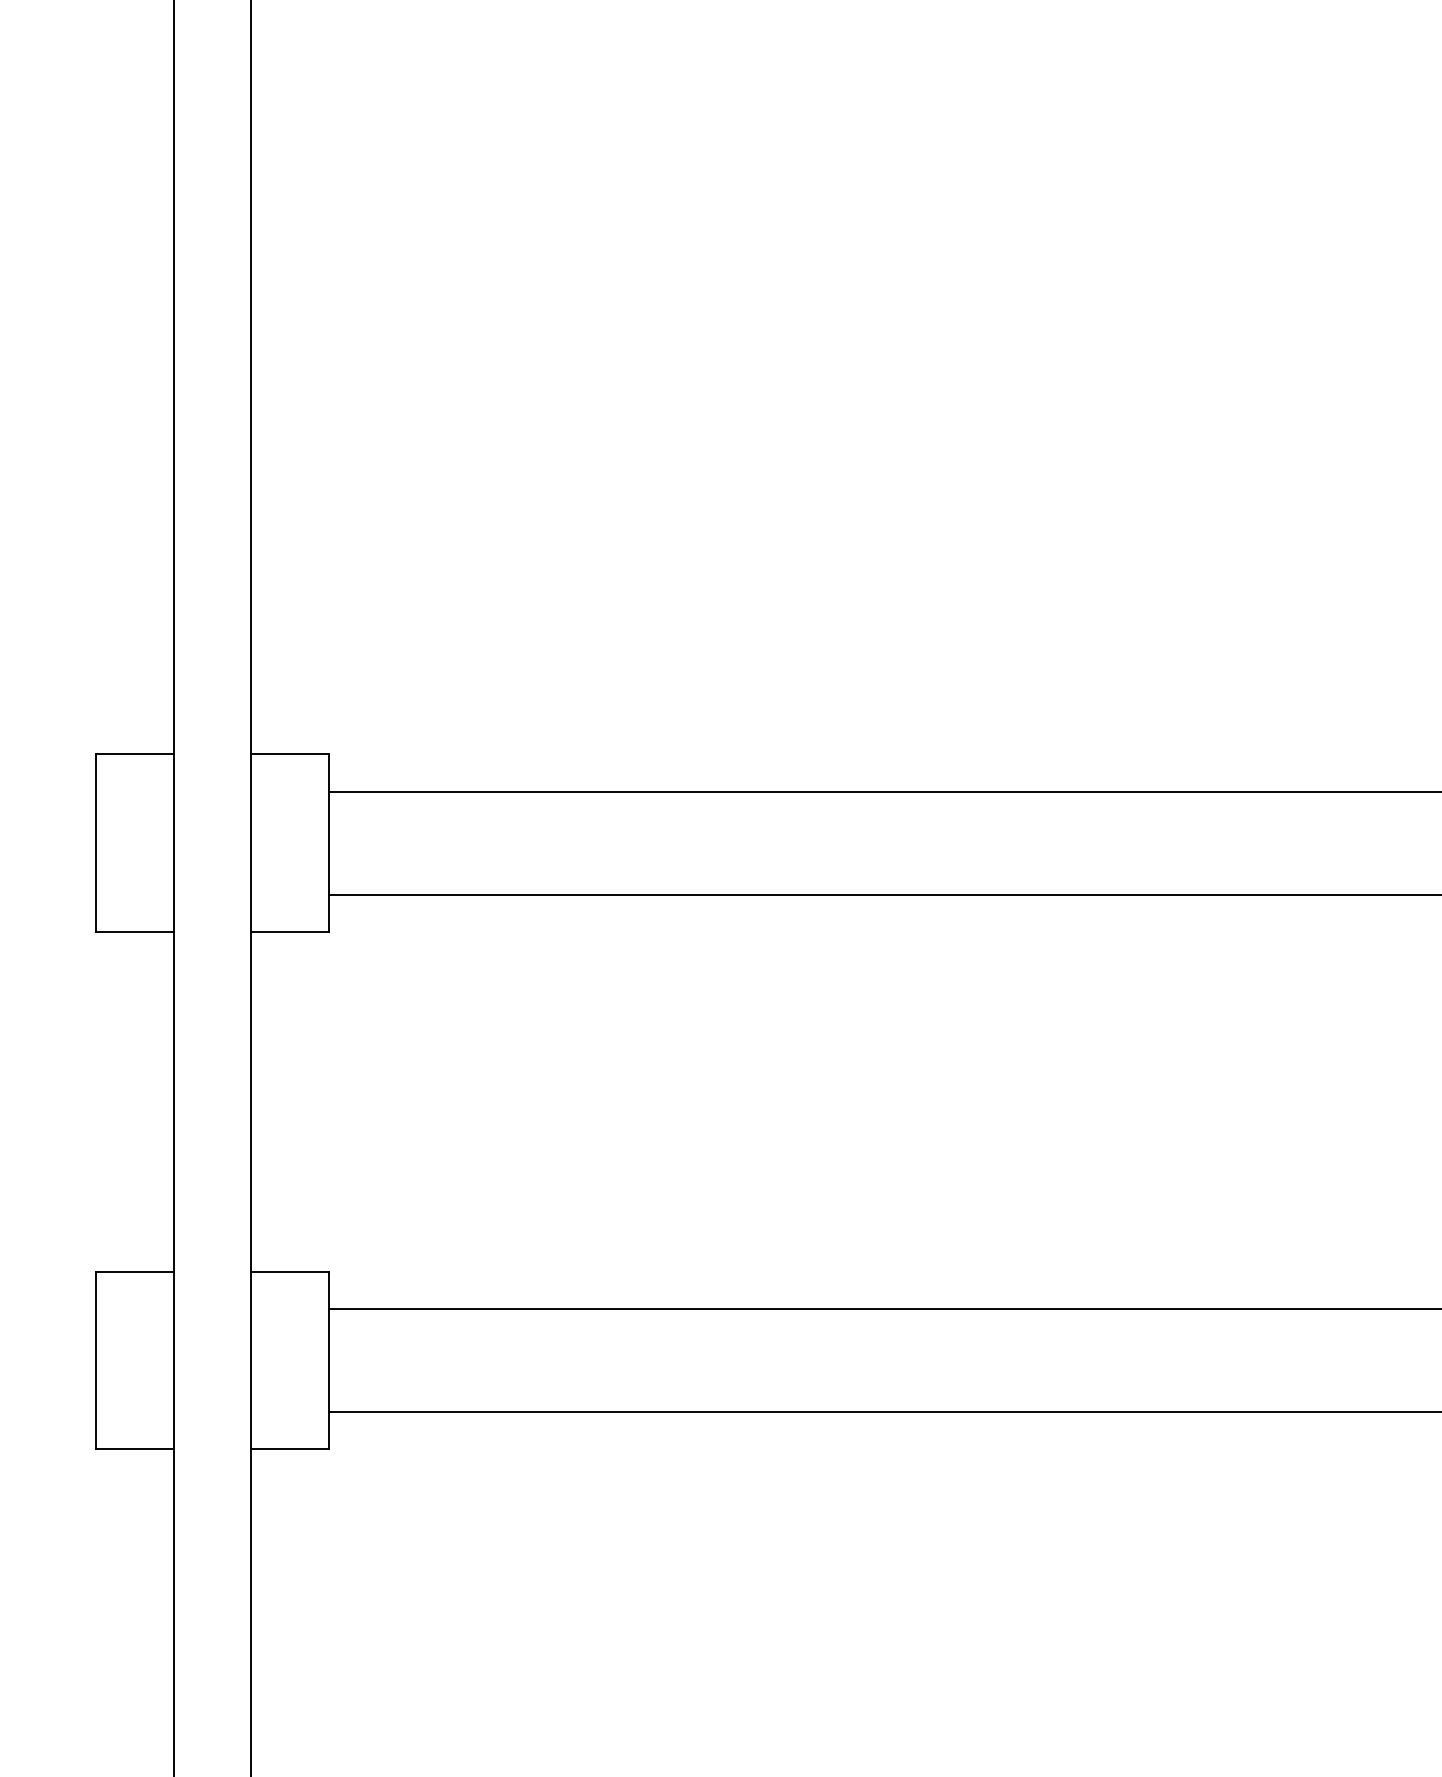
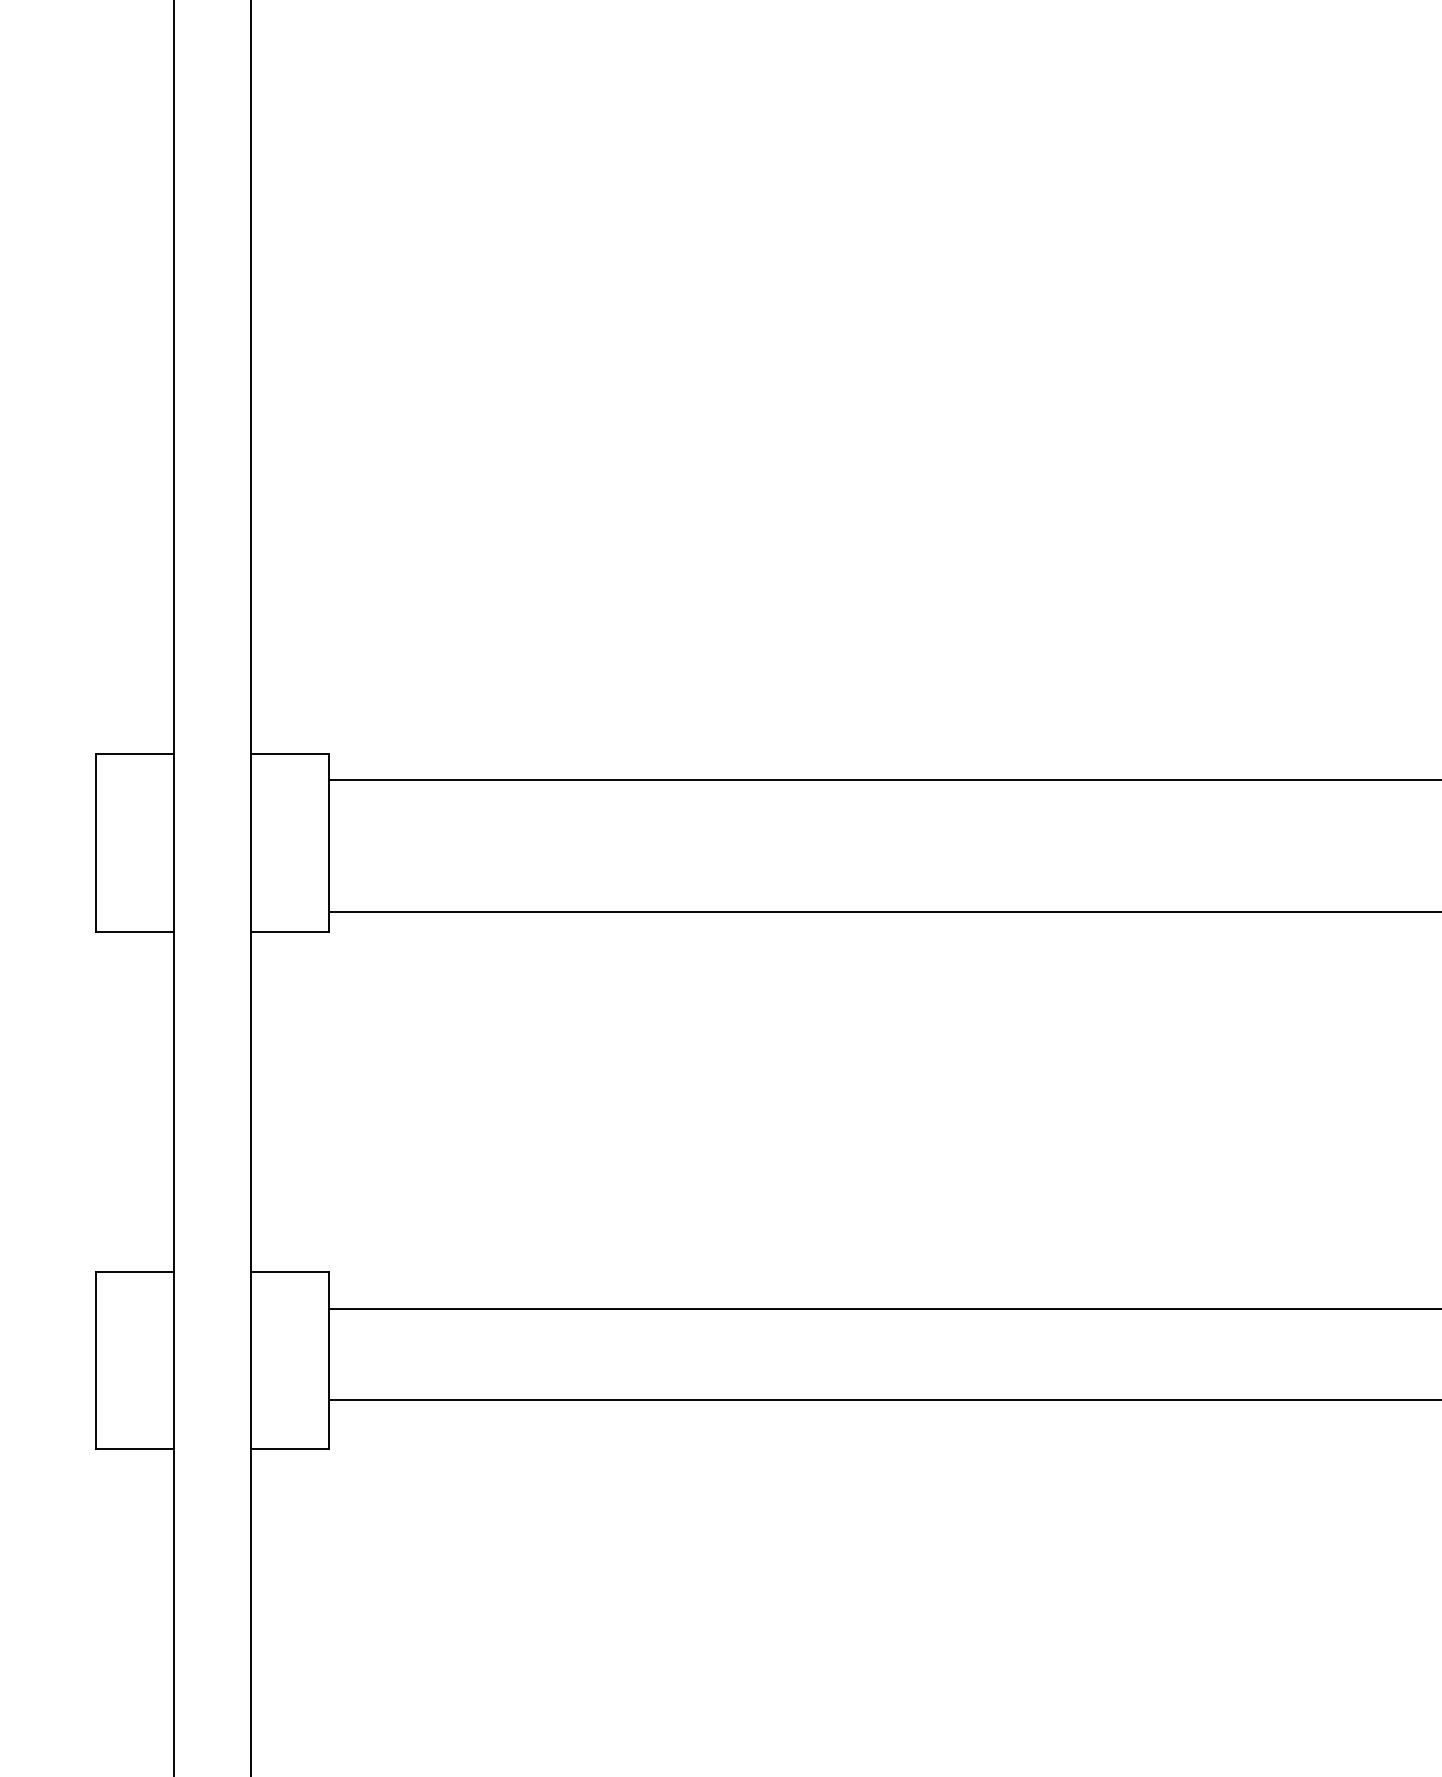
line at (883, 791) position: (883, 791) -> (883, 779)
line at (883, 895) position: (883, 895) -> (883, 912)
line at (883, 1412) position: (883, 1412) -> (883, 1400)
